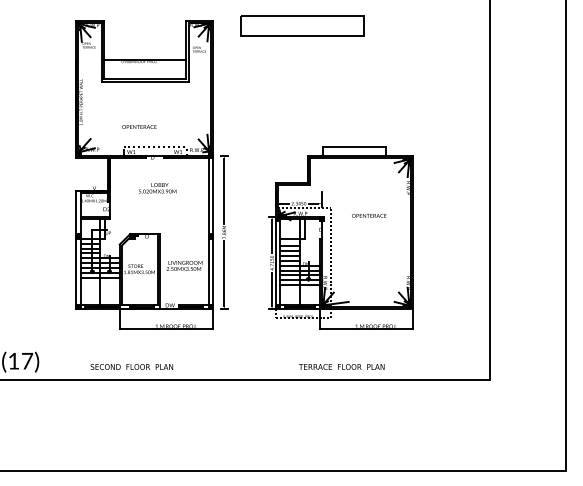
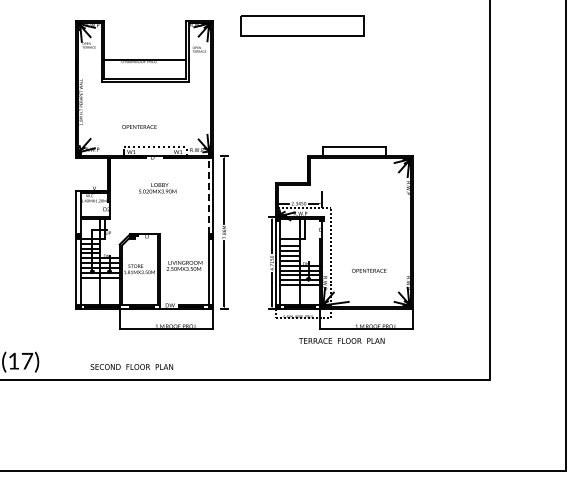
line at (208, 195): solid -> dashed
text at (369, 215) position: (369, 215) -> (369, 270)
text at (341, 366) position: (341, 366) -> (341, 340)
